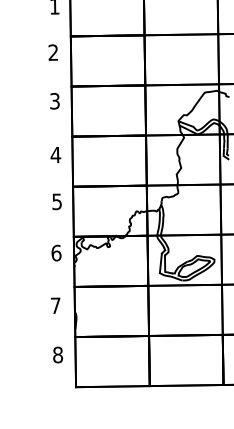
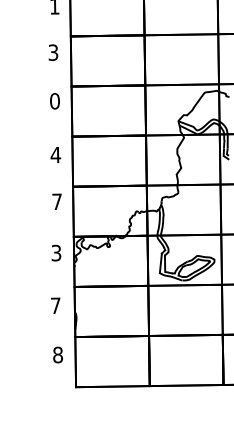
text at (53, 52): 2 -> 3
text at (54, 101): 3 -> 0
text at (56, 201): 5 -> 7
text at (56, 252): 6 -> 3
